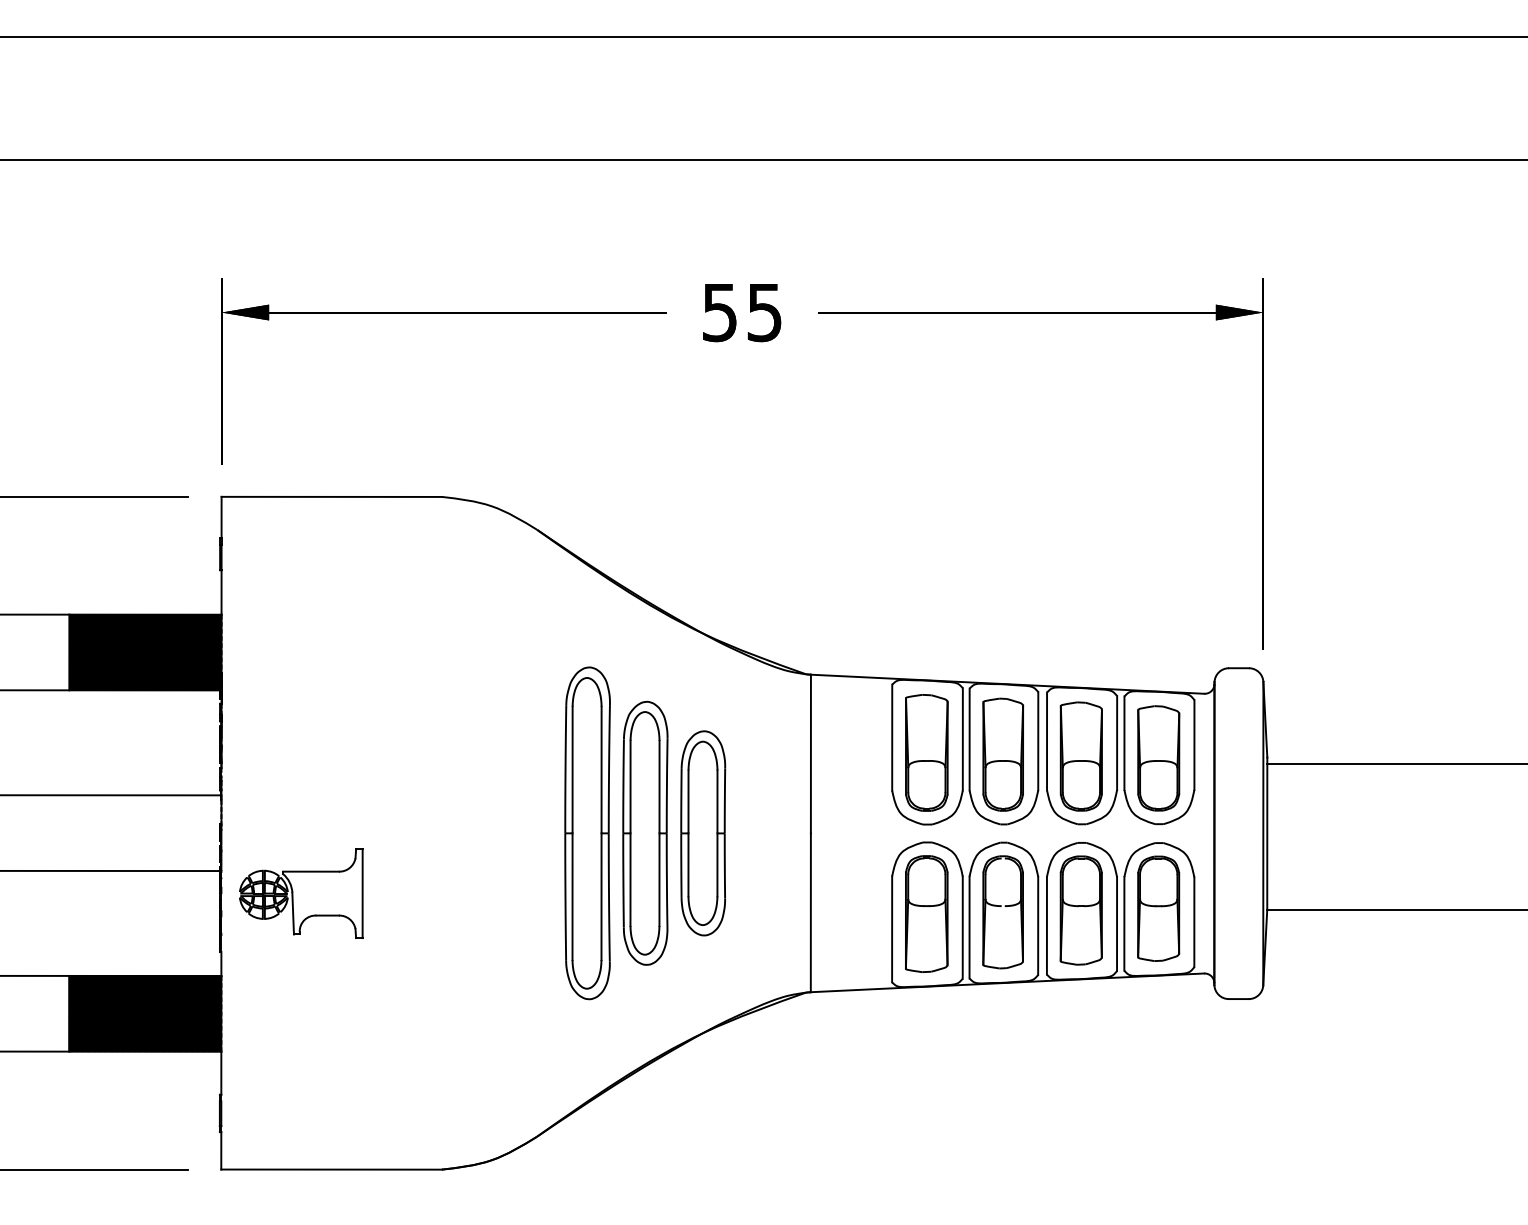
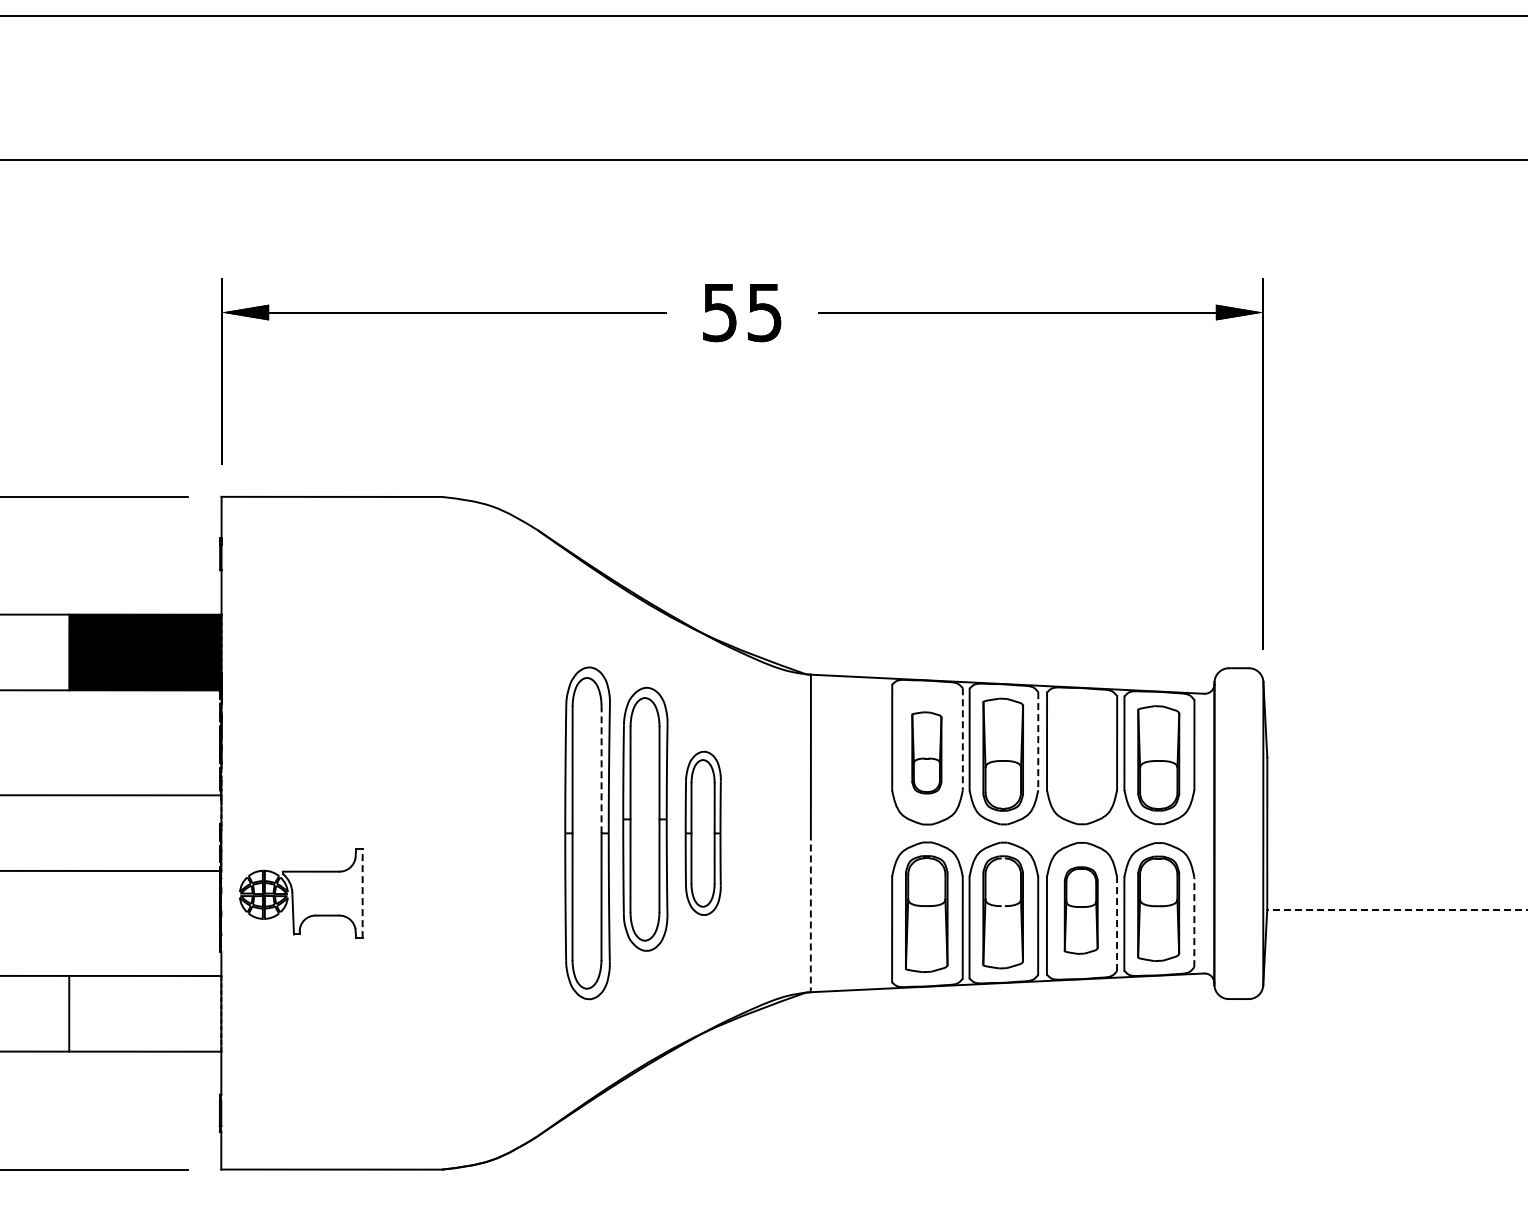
line at (763, 36) position: (763, 36) -> (763, 15)
line at (962, 739): solid -> dashed
line at (1038, 741): solid -> dashed
part at (926, 752) size: 44x118 px -> 32x84 px
part at (1080, 756): present -> none
line at (1395, 764): present -> none
line at (601, 769): solid -> dashed
part at (645, 832) position: (645, 832) -> (645, 818)
part at (703, 833) size: 47x207 px -> 38x166 px
line at (362, 893): solid -> dashed
part at (1080, 910) size: 44x111 px -> 36x89 px
line at (1397, 910): solid -> dashed
line at (810, 913): solid -> dashed
line at (1194, 922): solid -> dashed
line at (1117, 924): solid -> dashed
hatch at (145, 1013): present -> none
